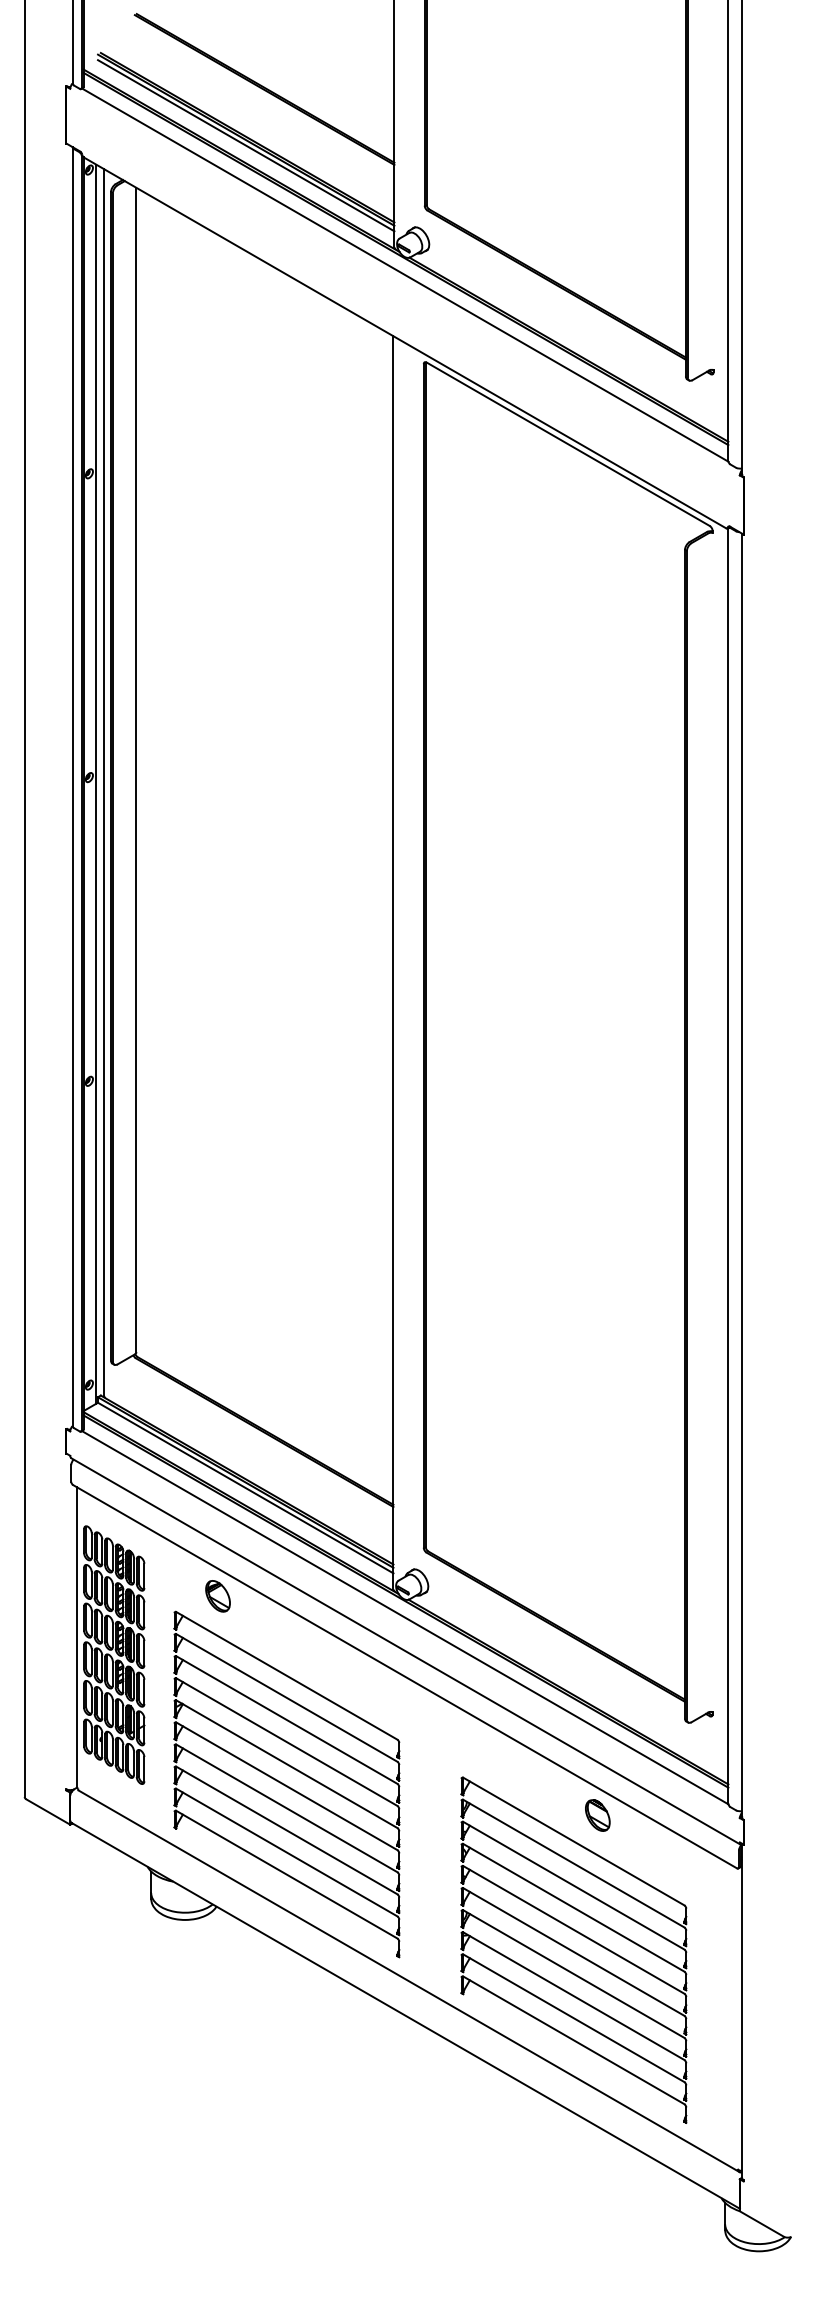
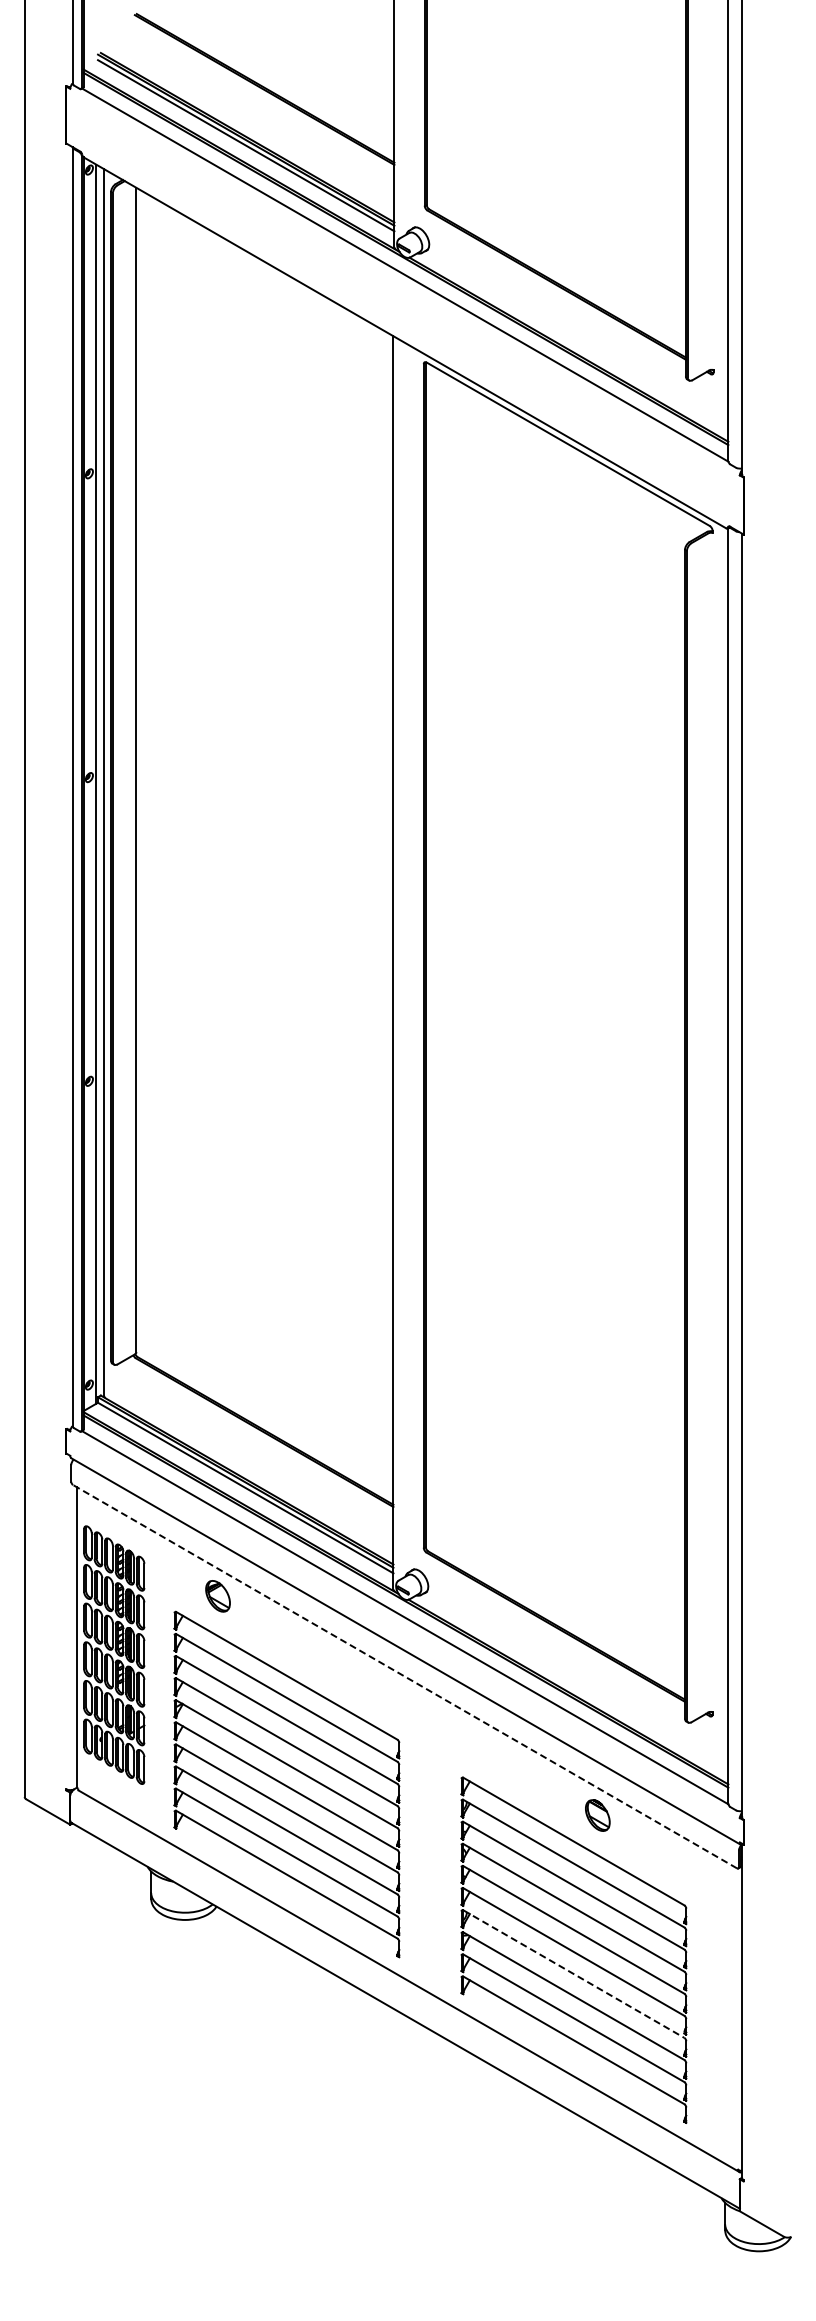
line at (404, 1676): solid -> dashed
line at (573, 1974): solid -> dashed
